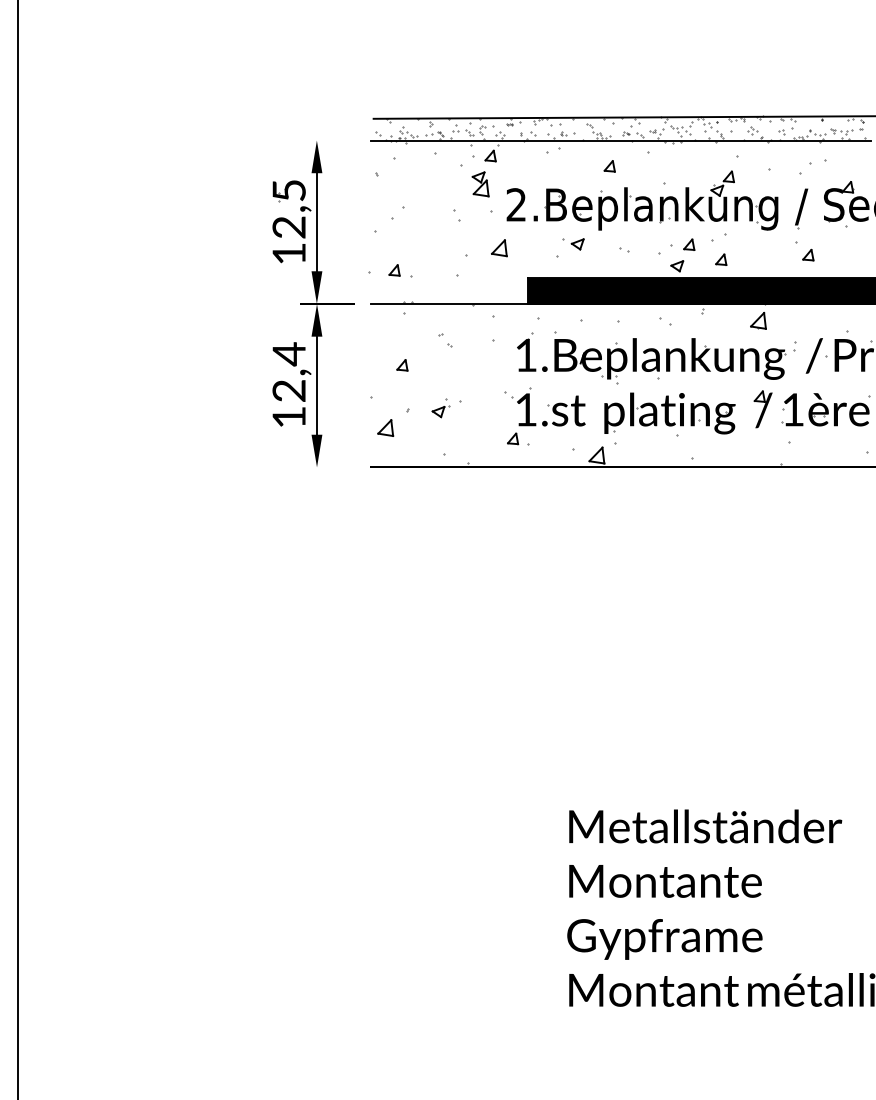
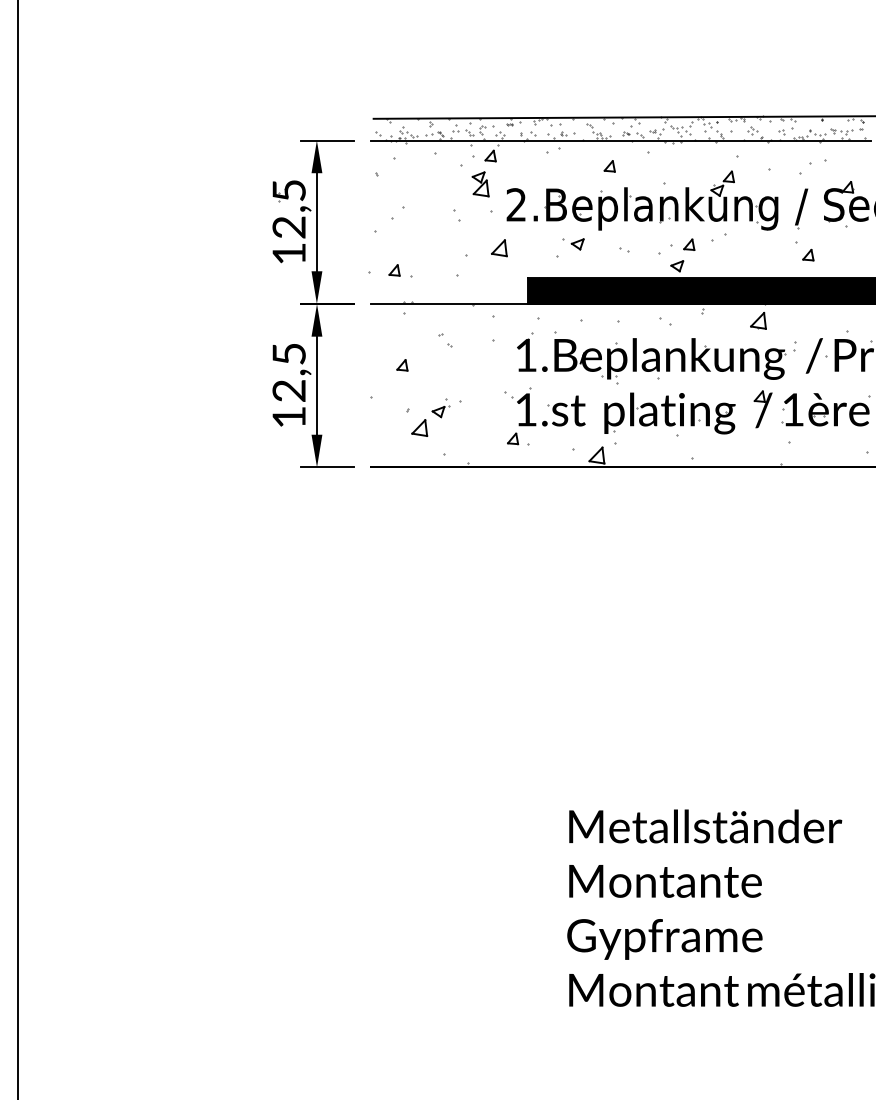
line at (327, 140): none -> present
part at (721, 259): present -> none
text at (288, 354): 12,4 -> 12,5
part at (385, 427) position: (385, 427) -> (419, 427)
line at (327, 467): none -> present
